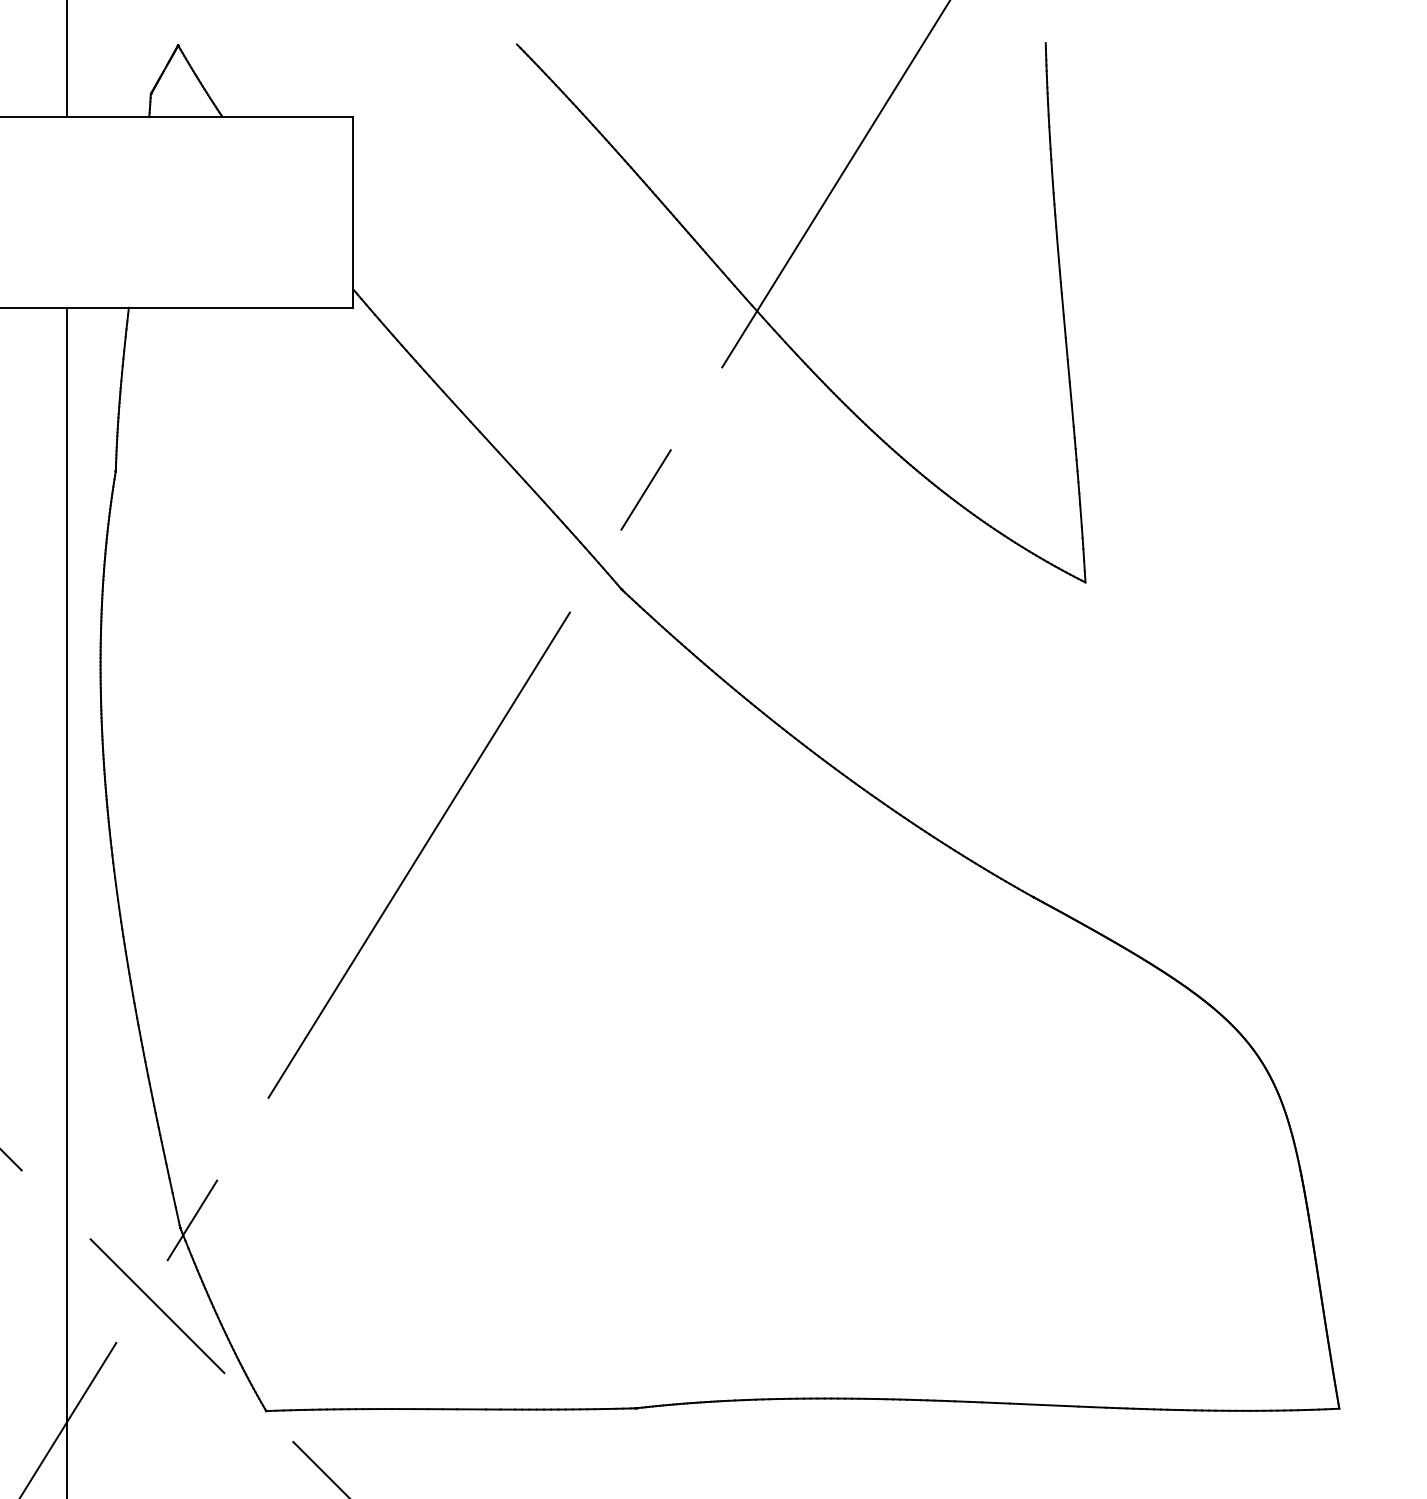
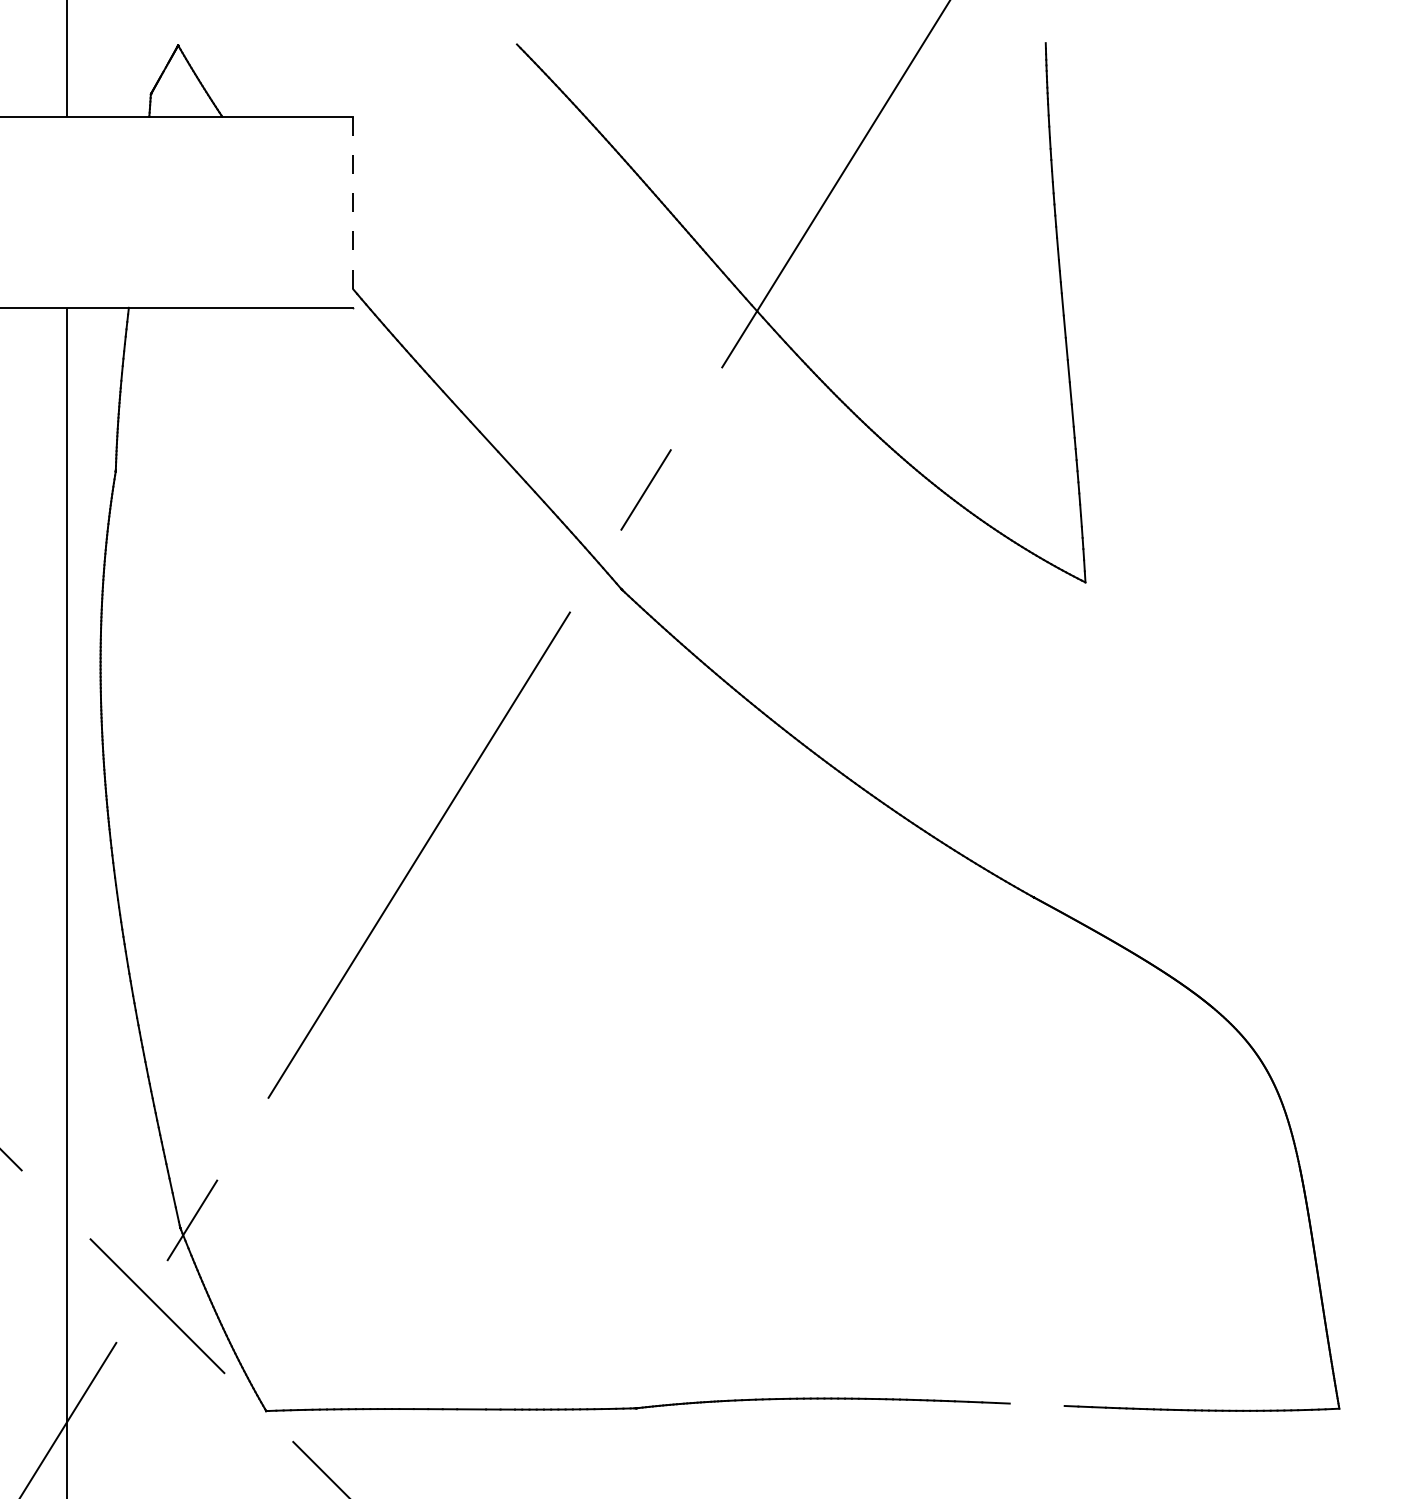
line at (353, 212): solid -> dashed
line at (1036, 1404): present -> none
